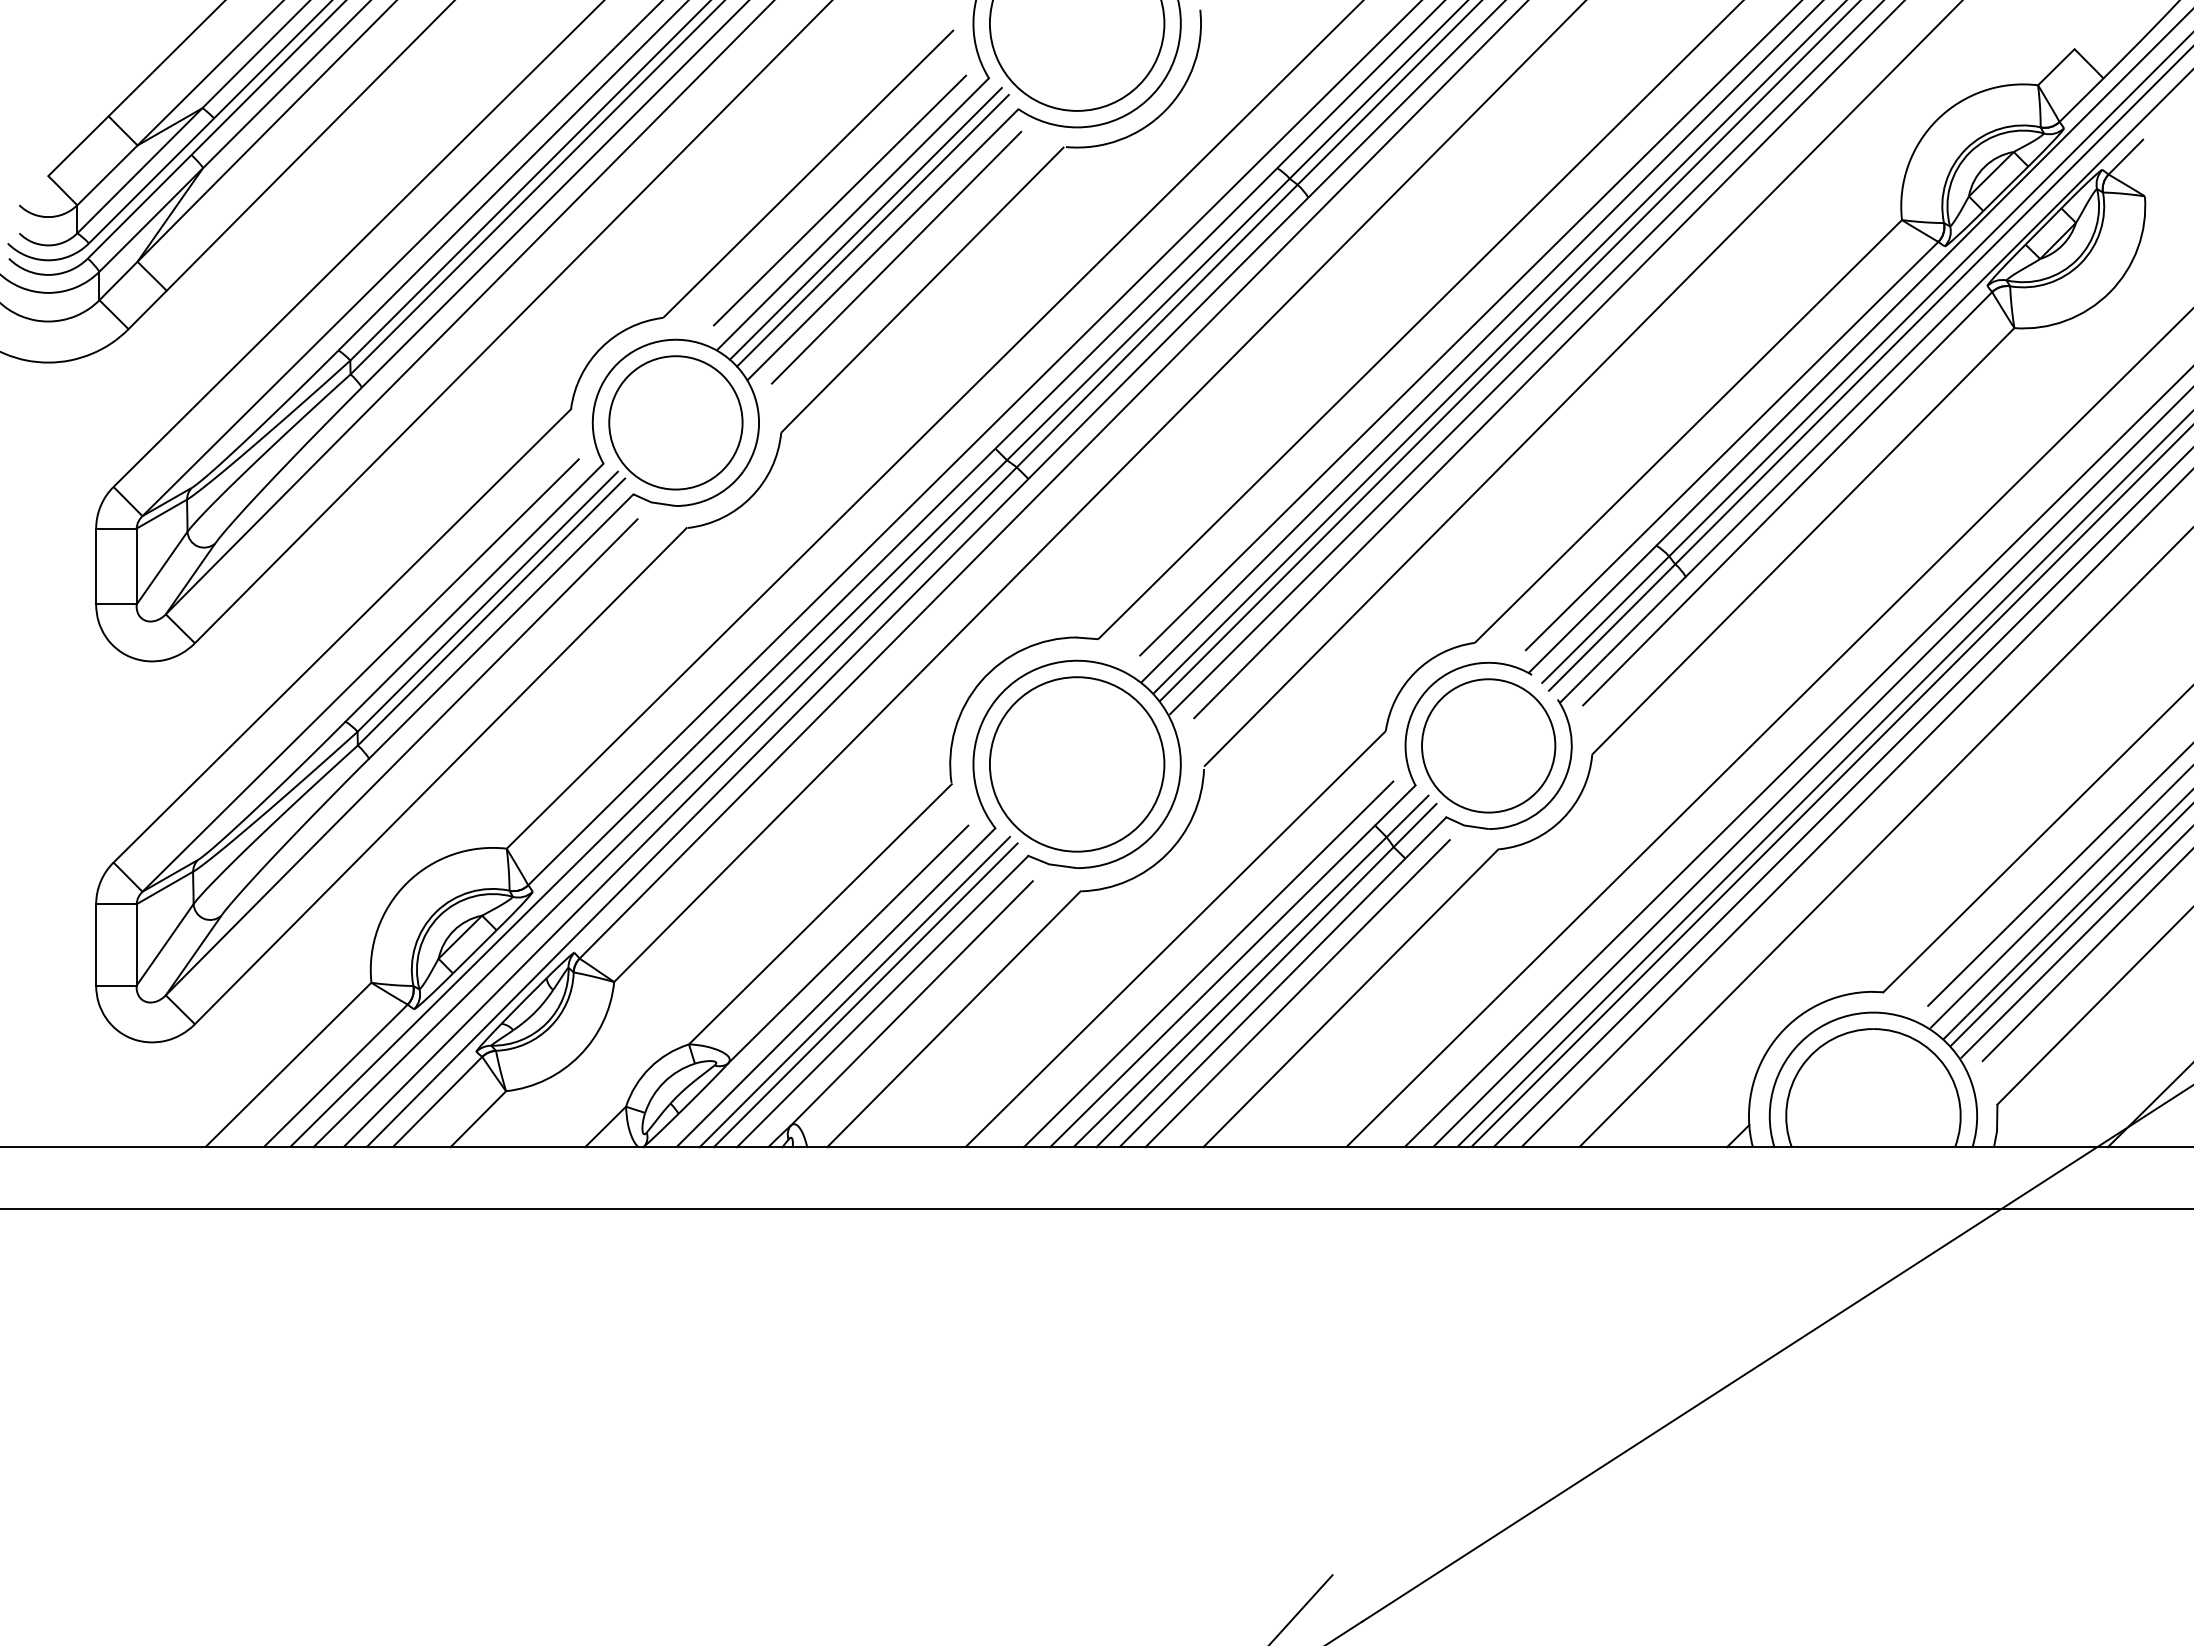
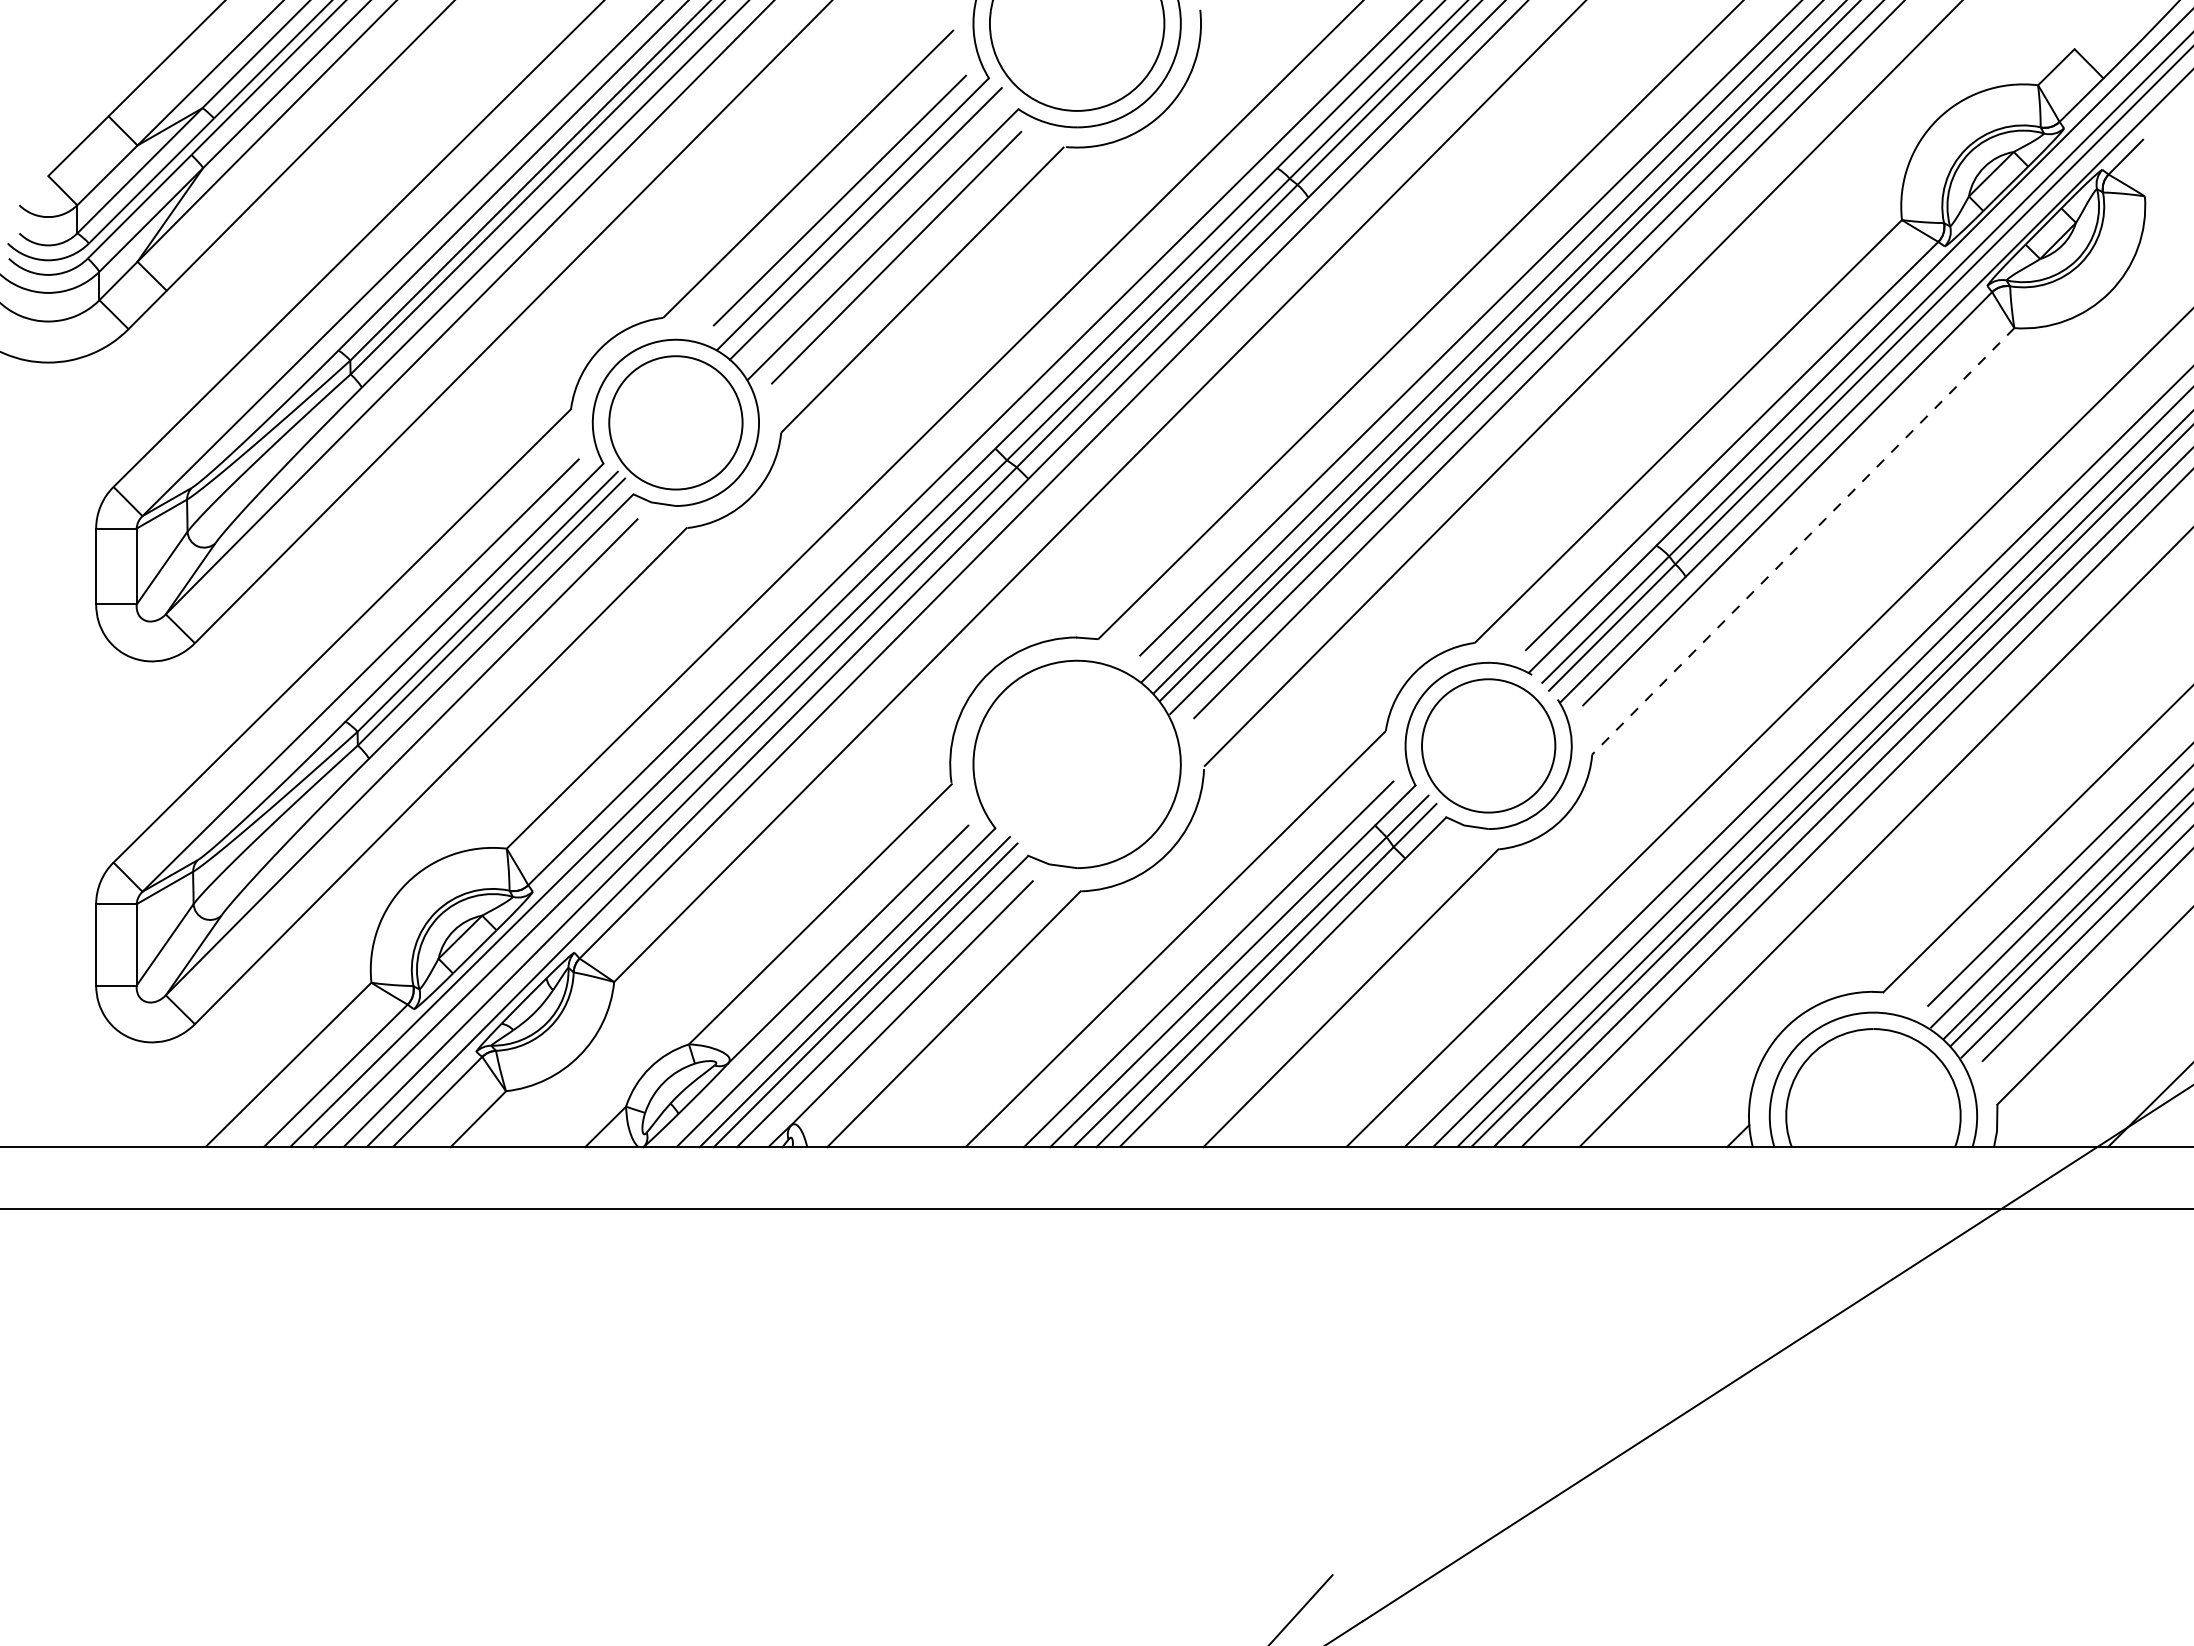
line at (872, 230): present -> none
line at (1803, 541): solid -> dashed
circle at (1077, 764): present -> none
line at (1297, 993): present -> none
